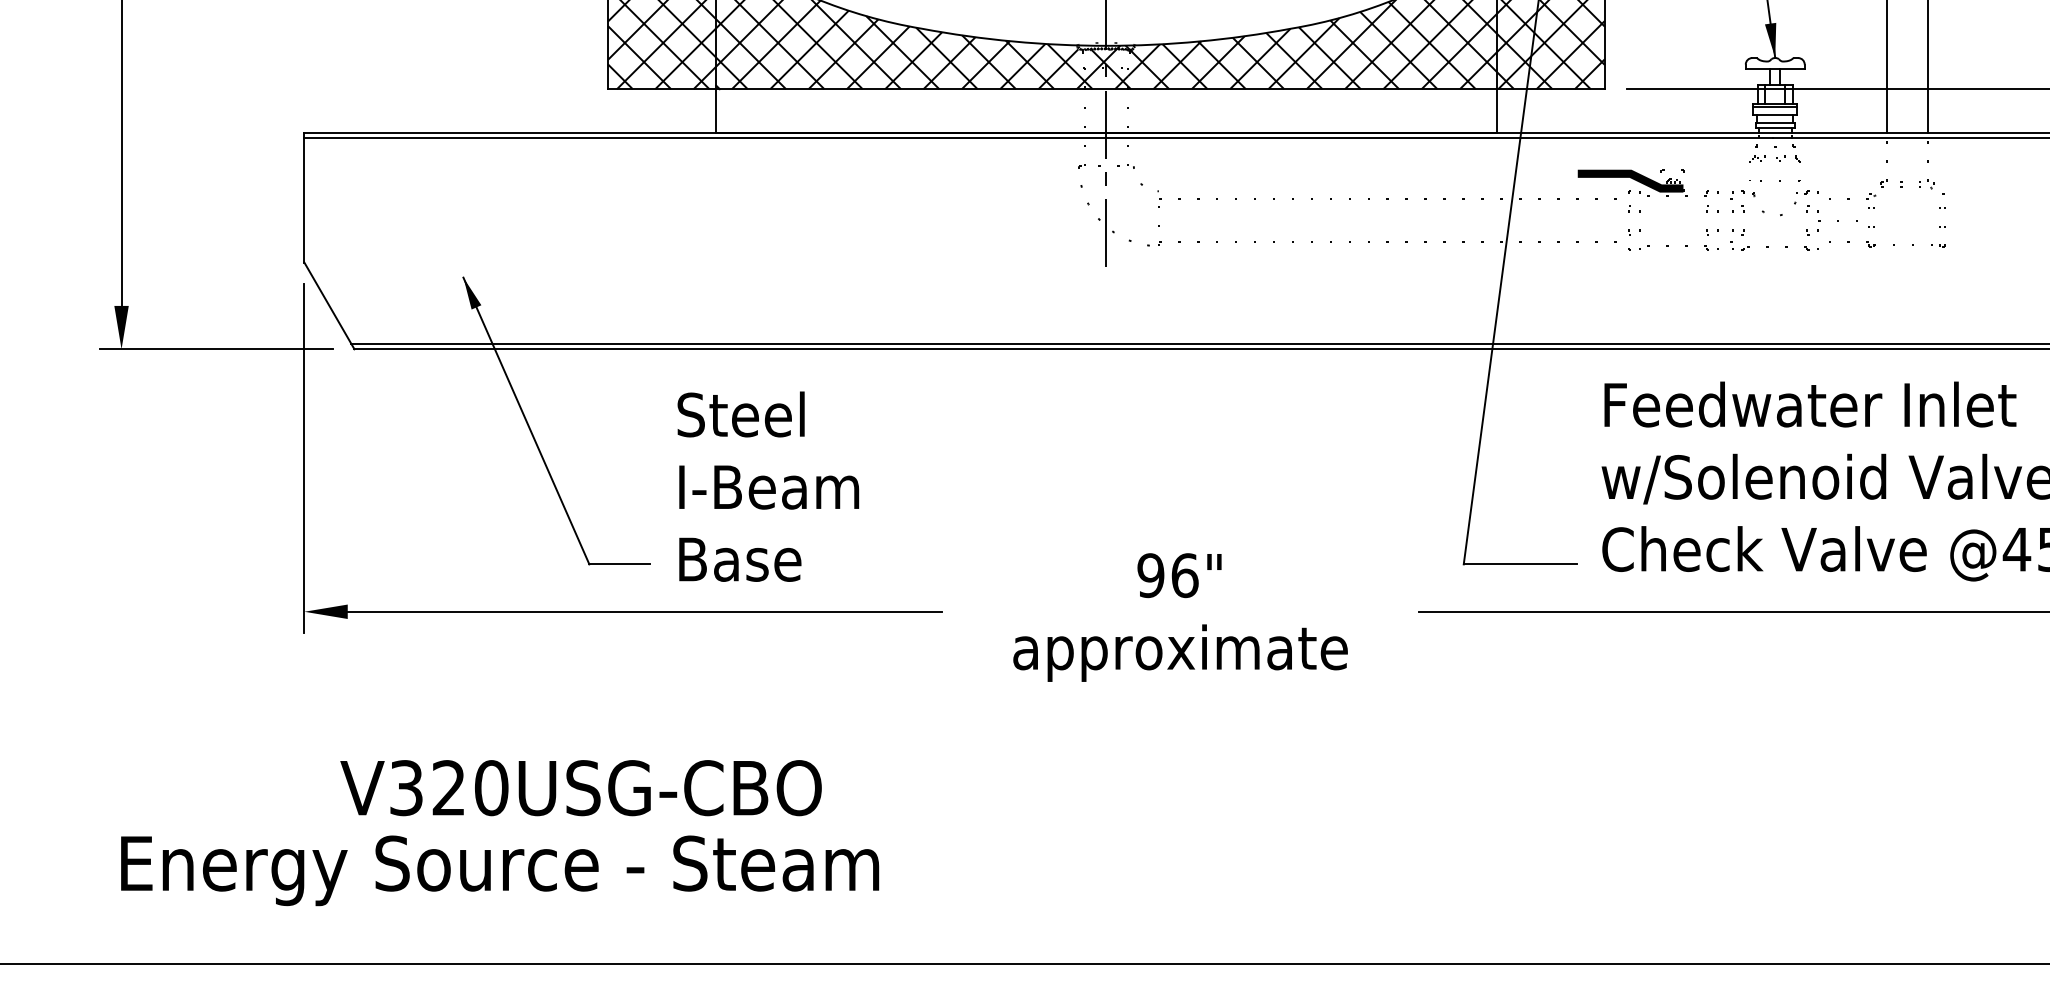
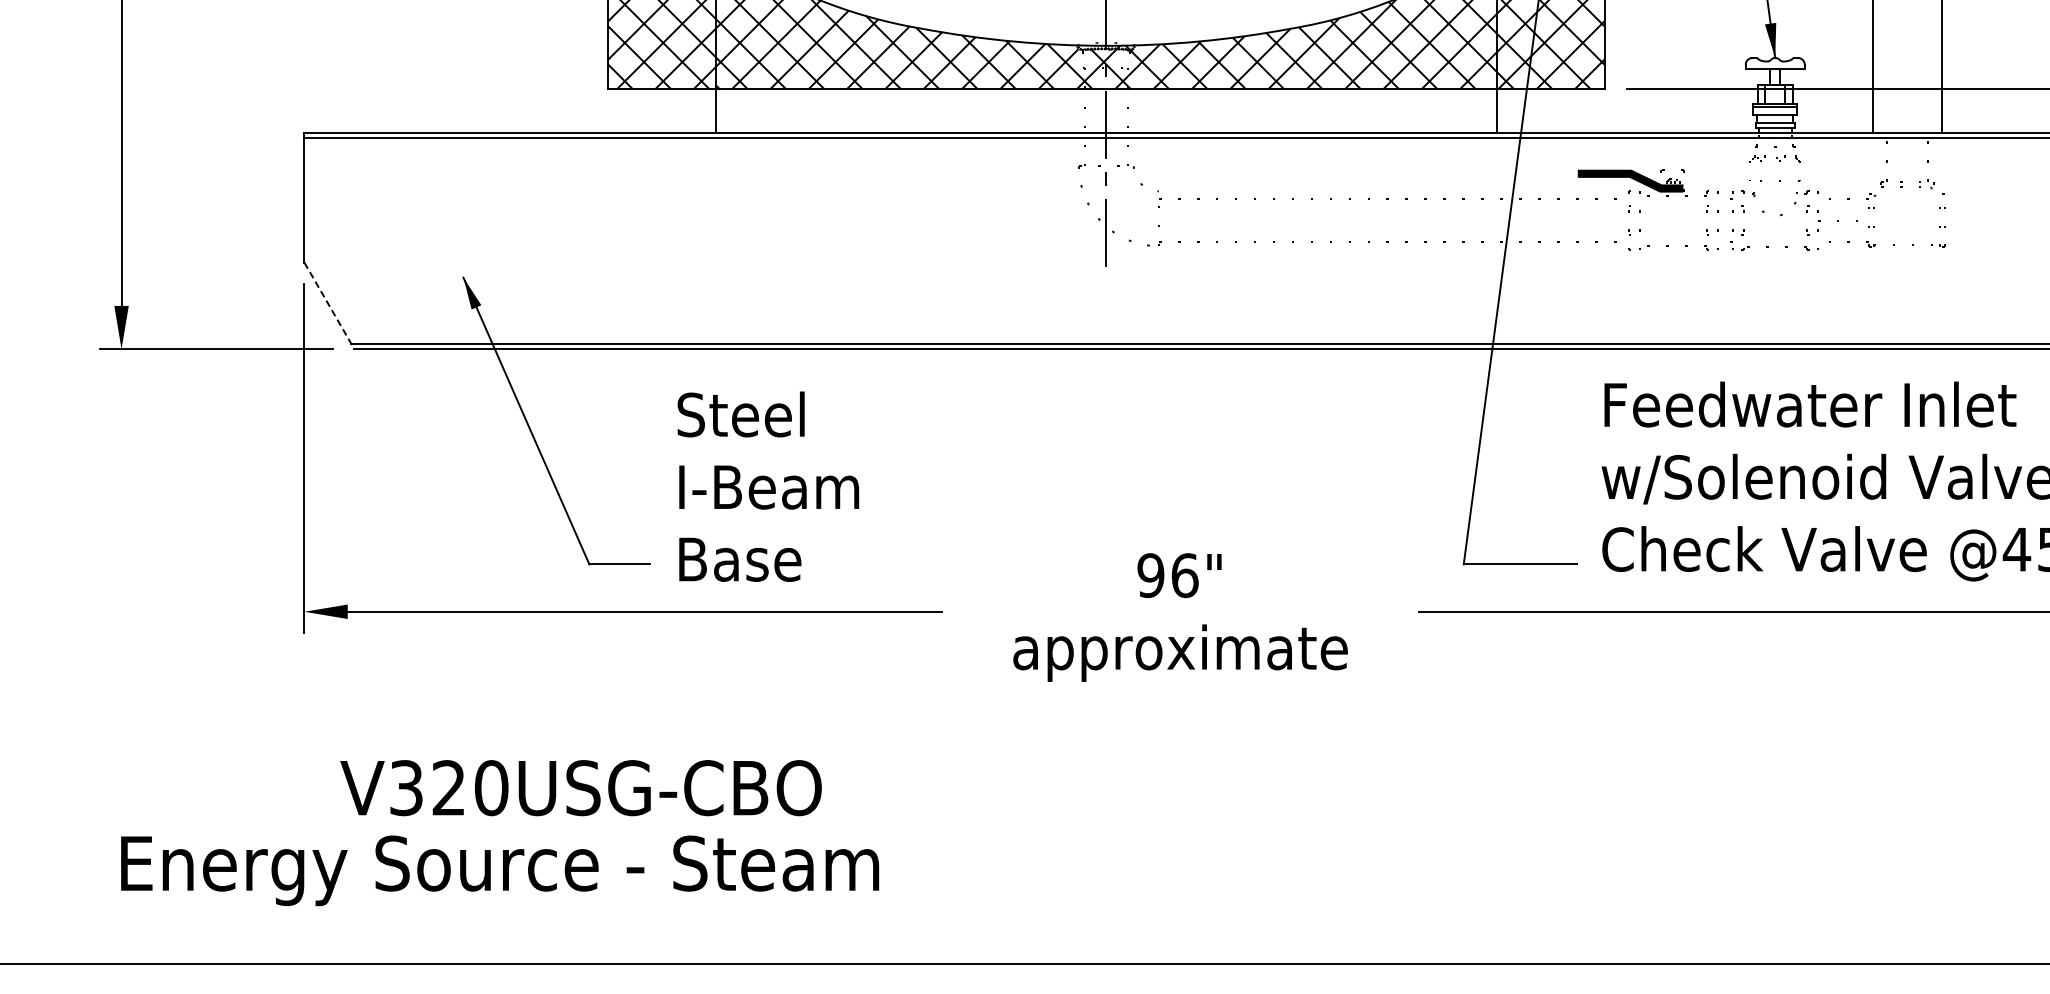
line at (1887, 67) position: (1887, 67) -> (1873, 67)
line at (1927, 67) position: (1927, 67) -> (1941, 67)
line at (329, 306): solid -> dashed
